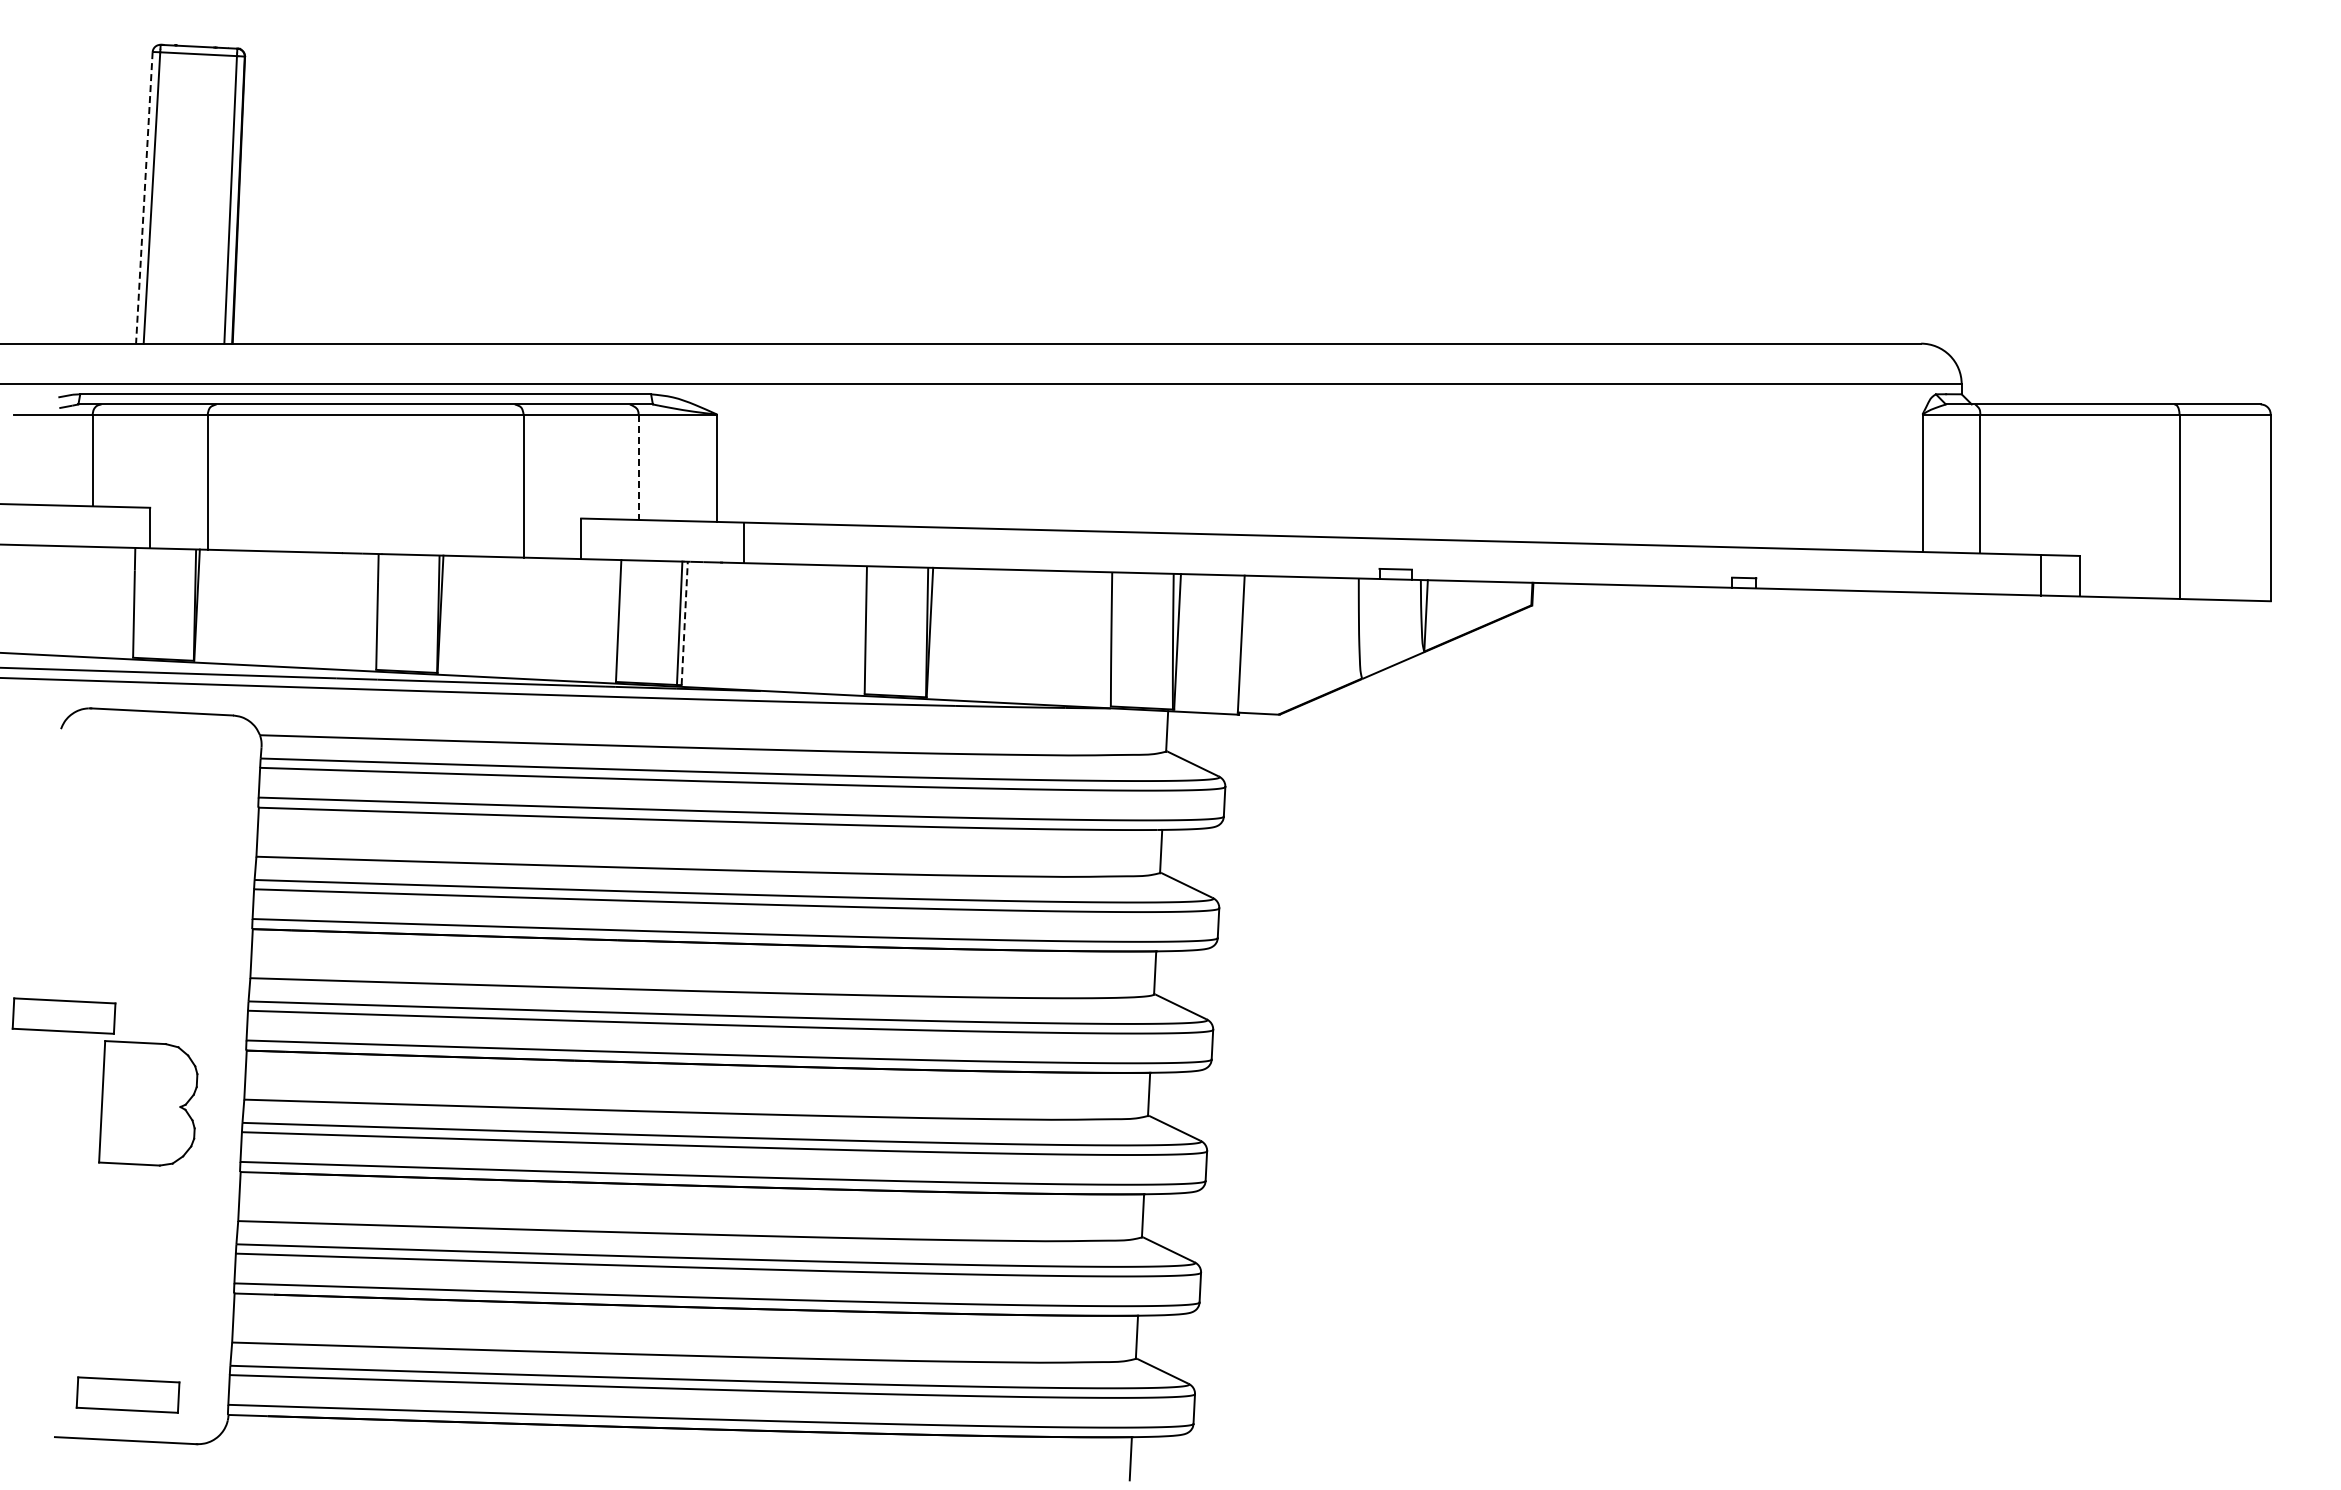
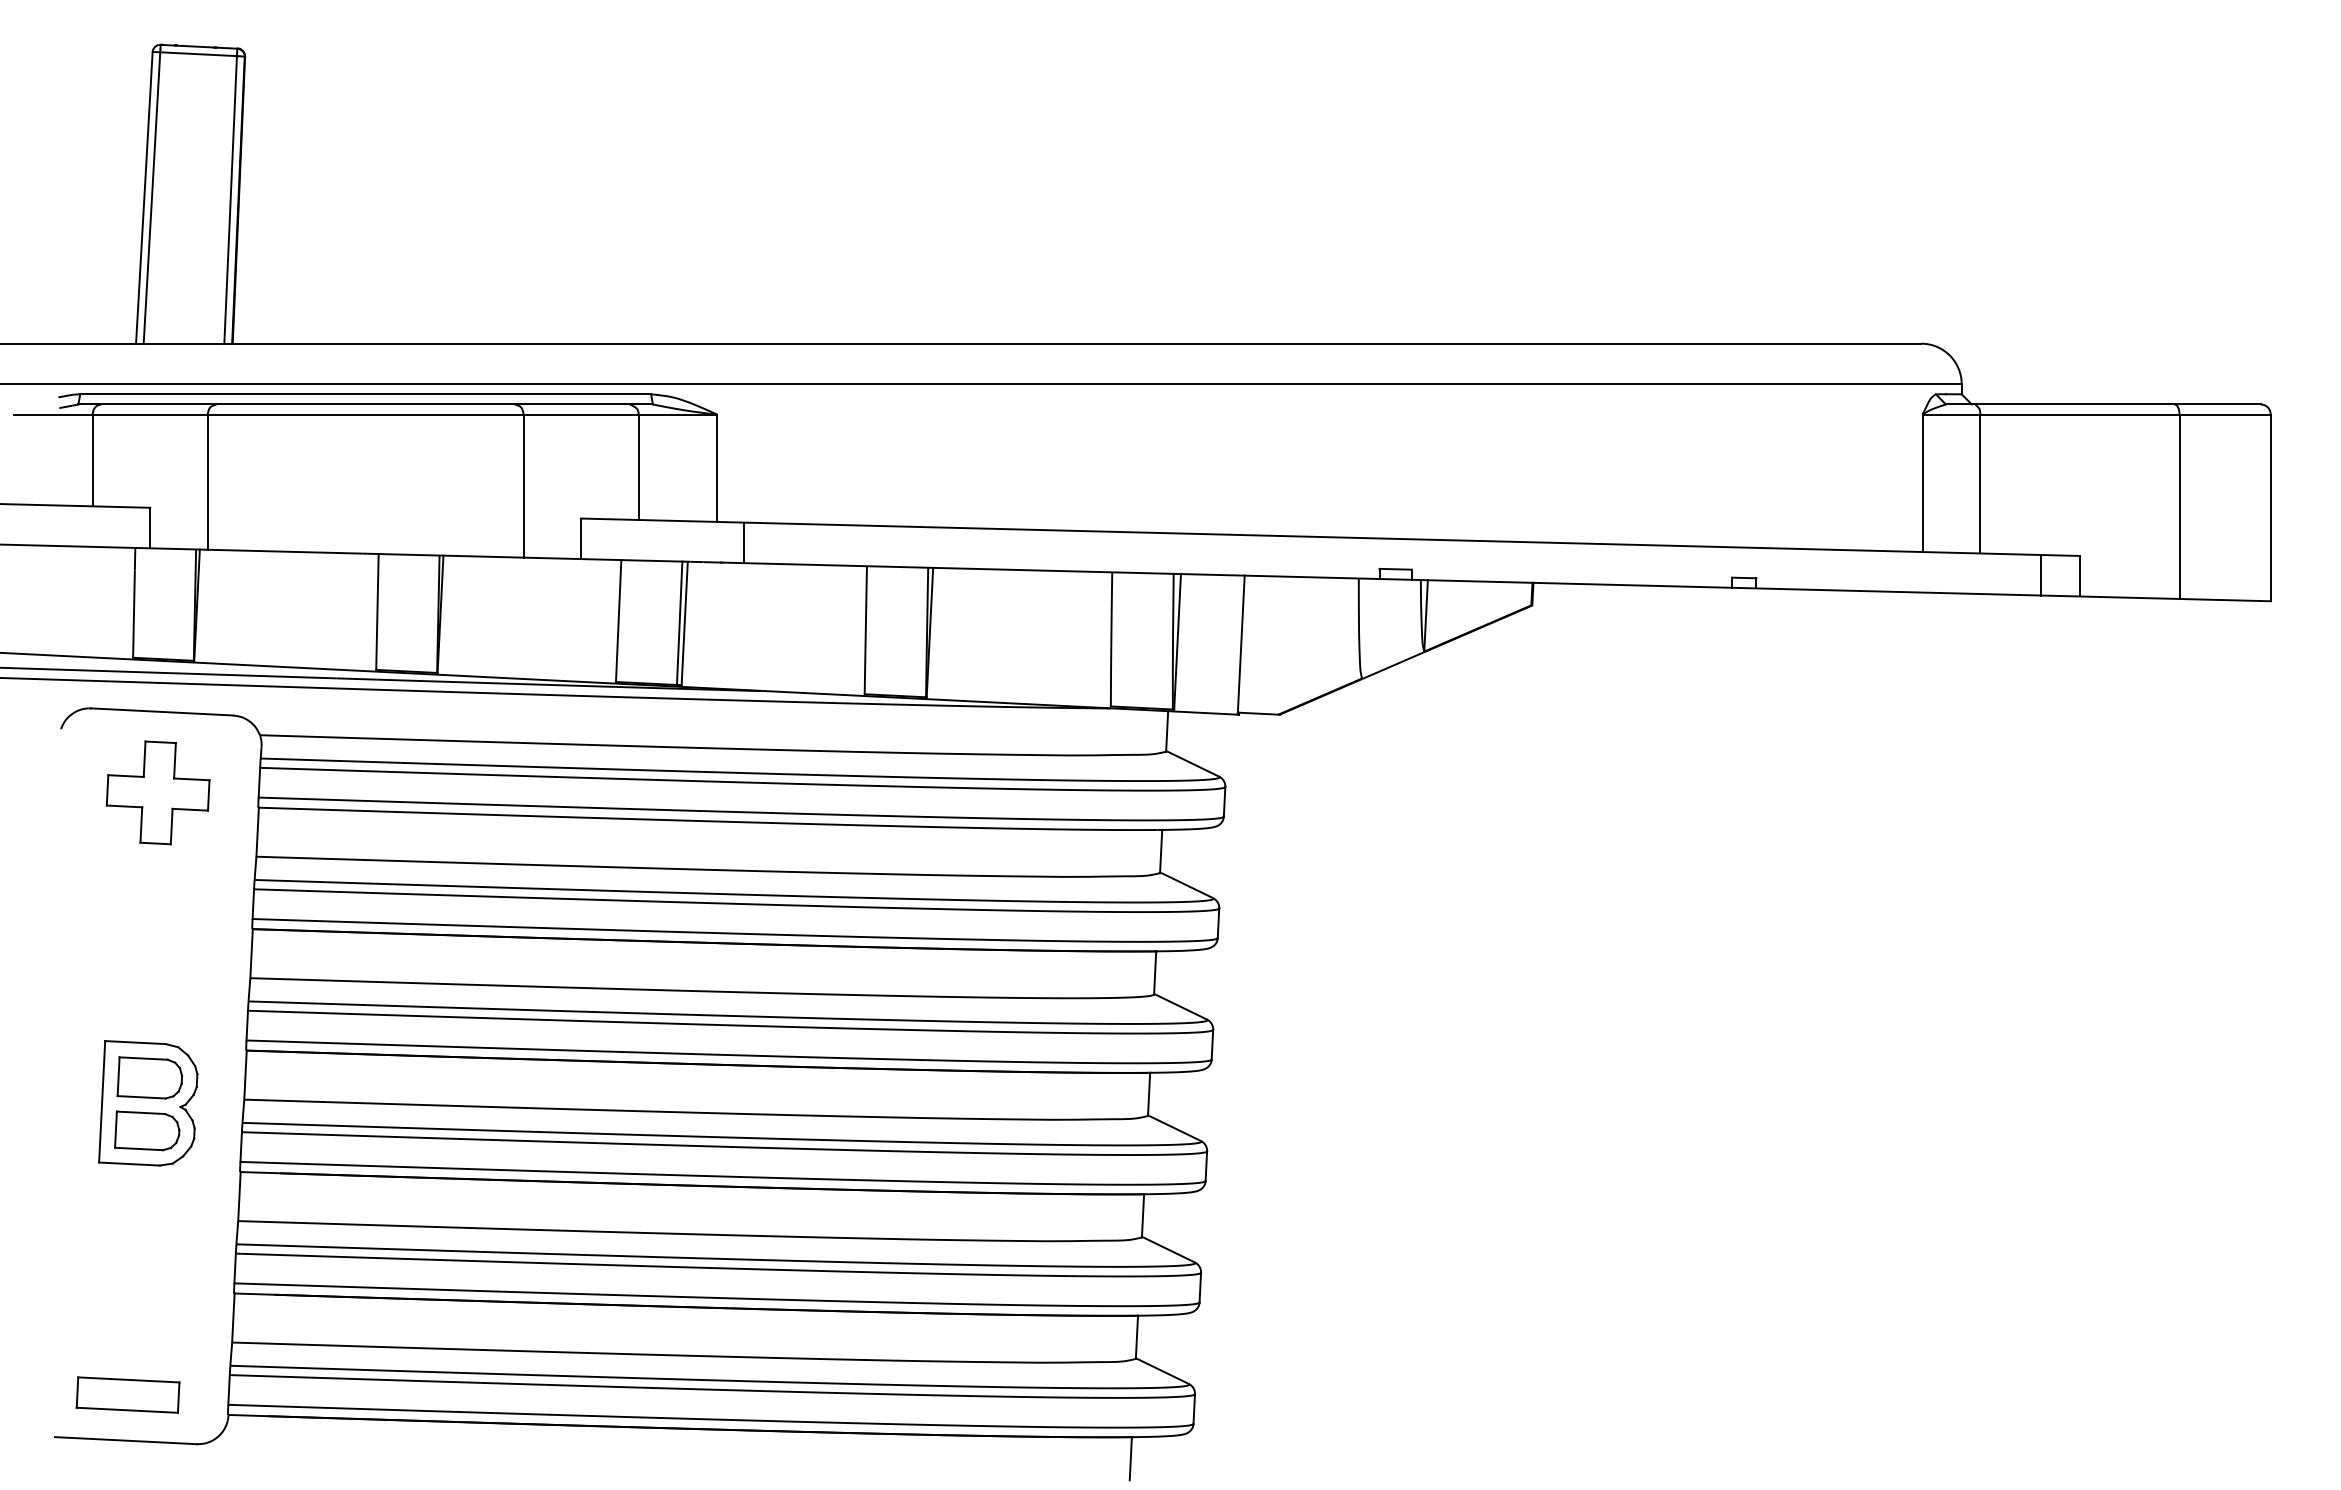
line at (144, 197): dashed -> solid
line at (638, 467): dashed -> solid
line at (684, 623): dashed -> solid
part at (157, 792): none -> present
part at (63, 1015): present -> none
part at (149, 1077): none -> present
part at (147, 1130): none -> present
